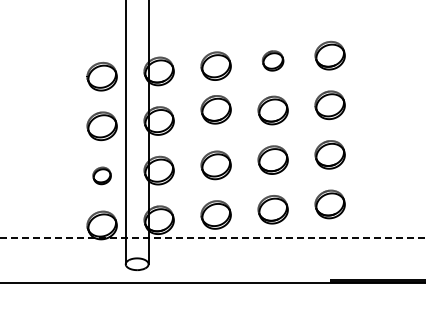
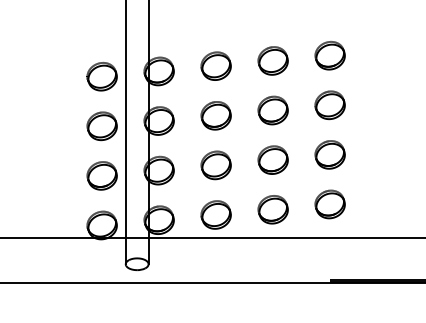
part at (272, 60) size: 24x22 px -> 32x30 px
part at (215, 109) position: (215, 109) -> (215, 115)
part at (101, 175) size: 20x20 px -> 32x30 px
line at (213, 238): dashed -> solid
